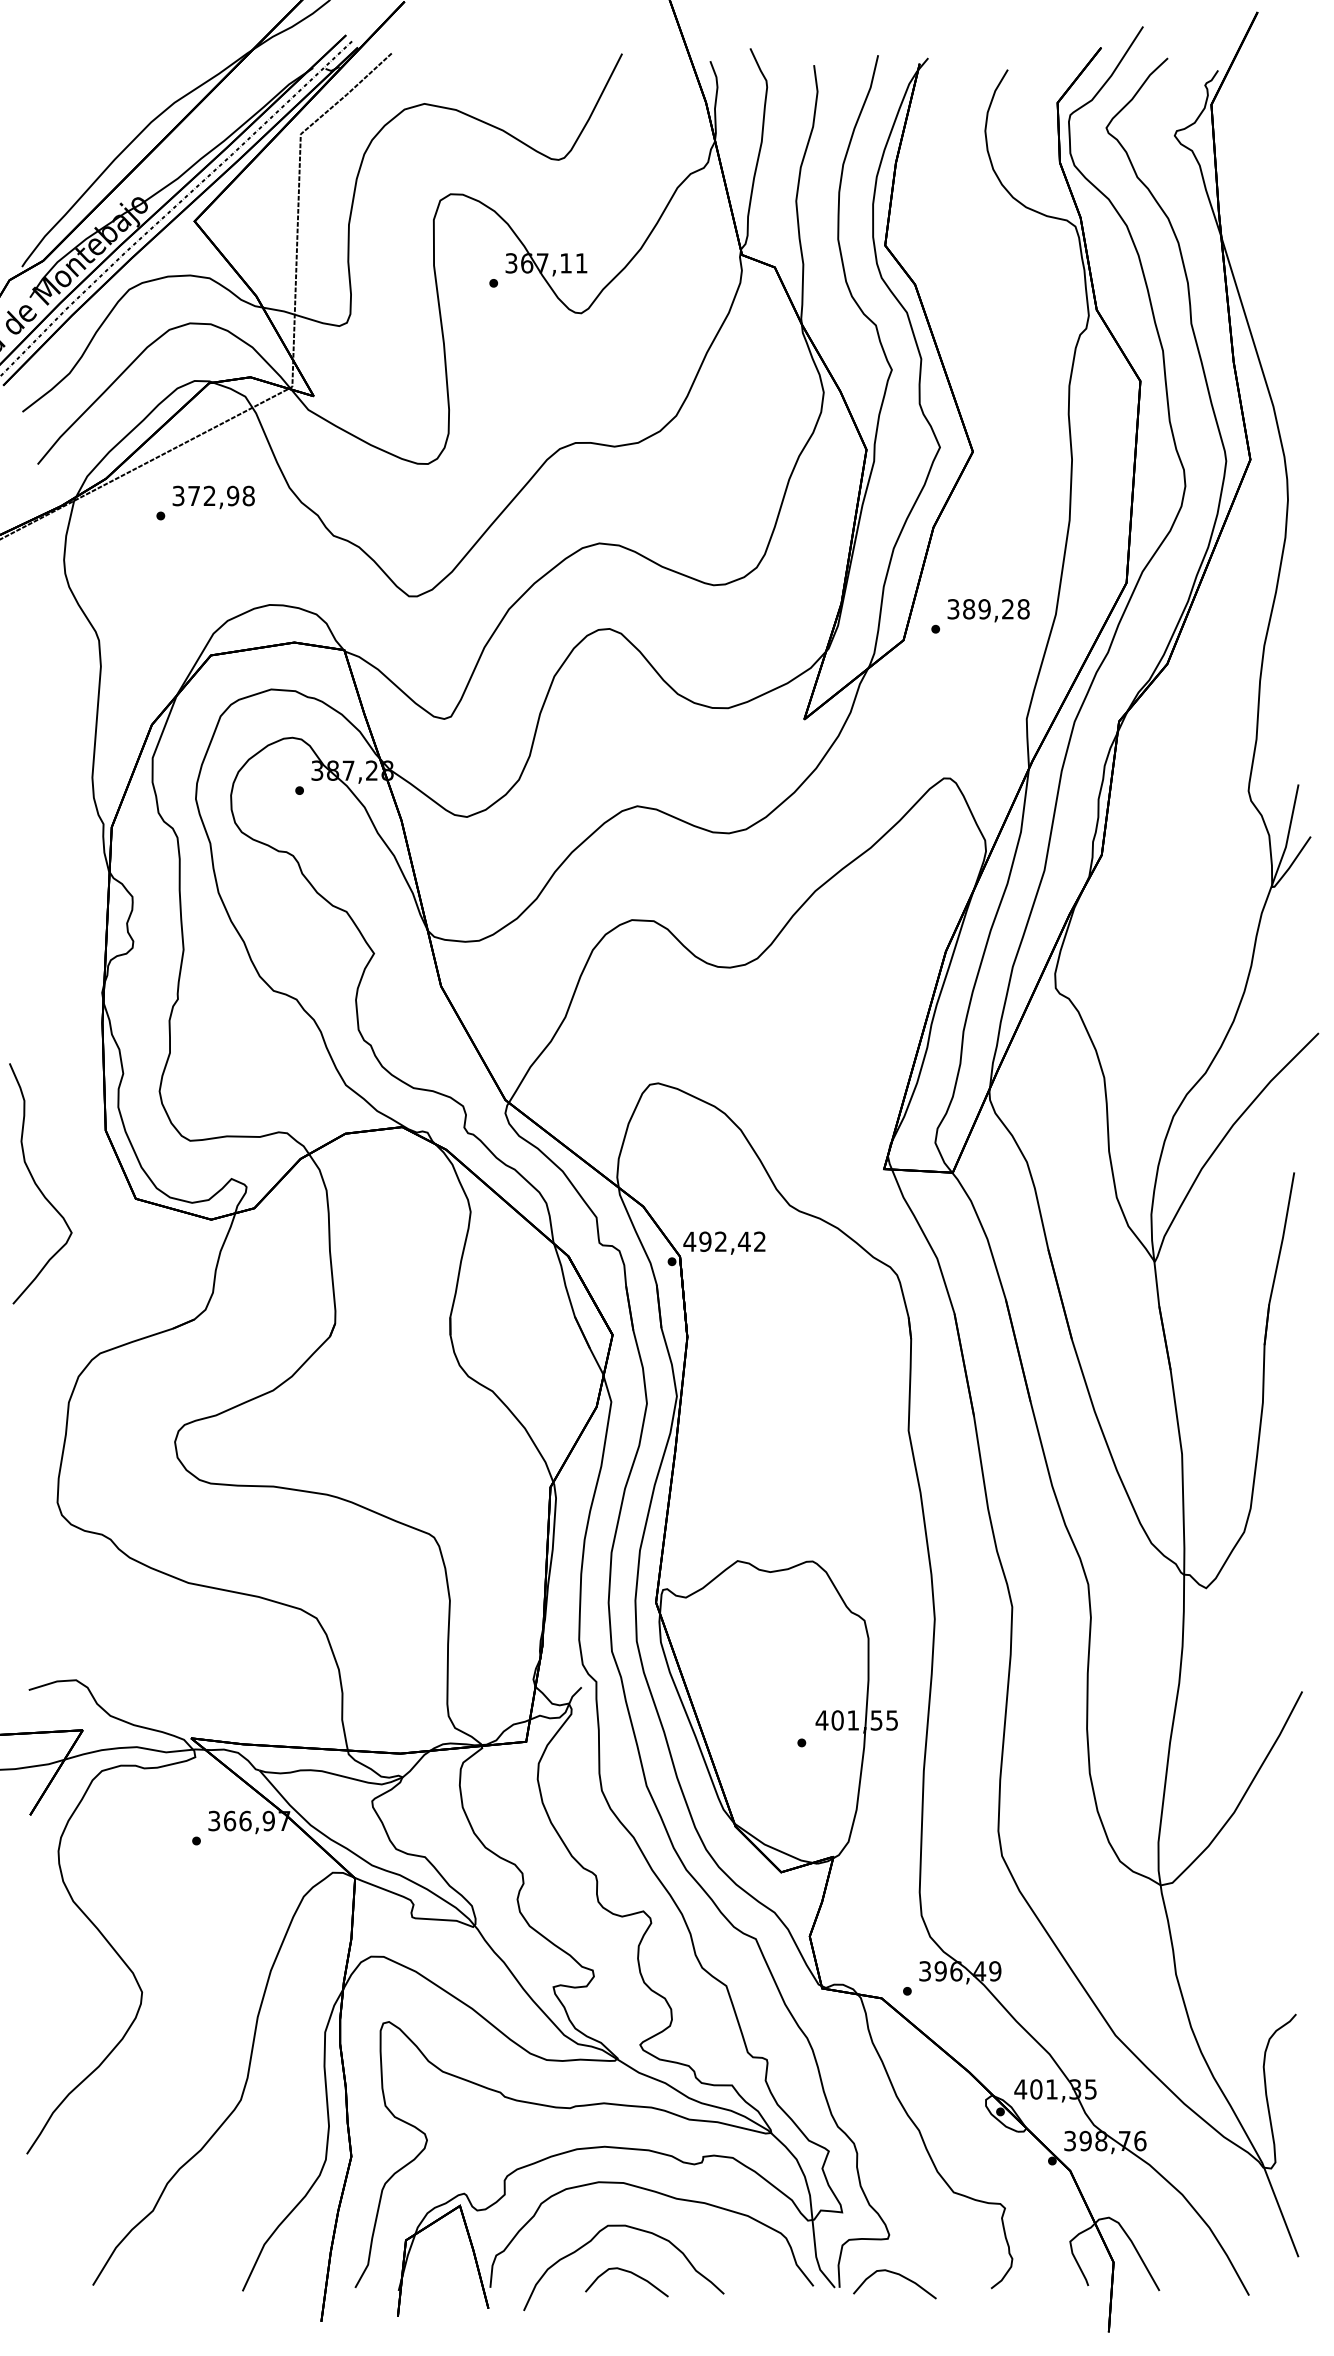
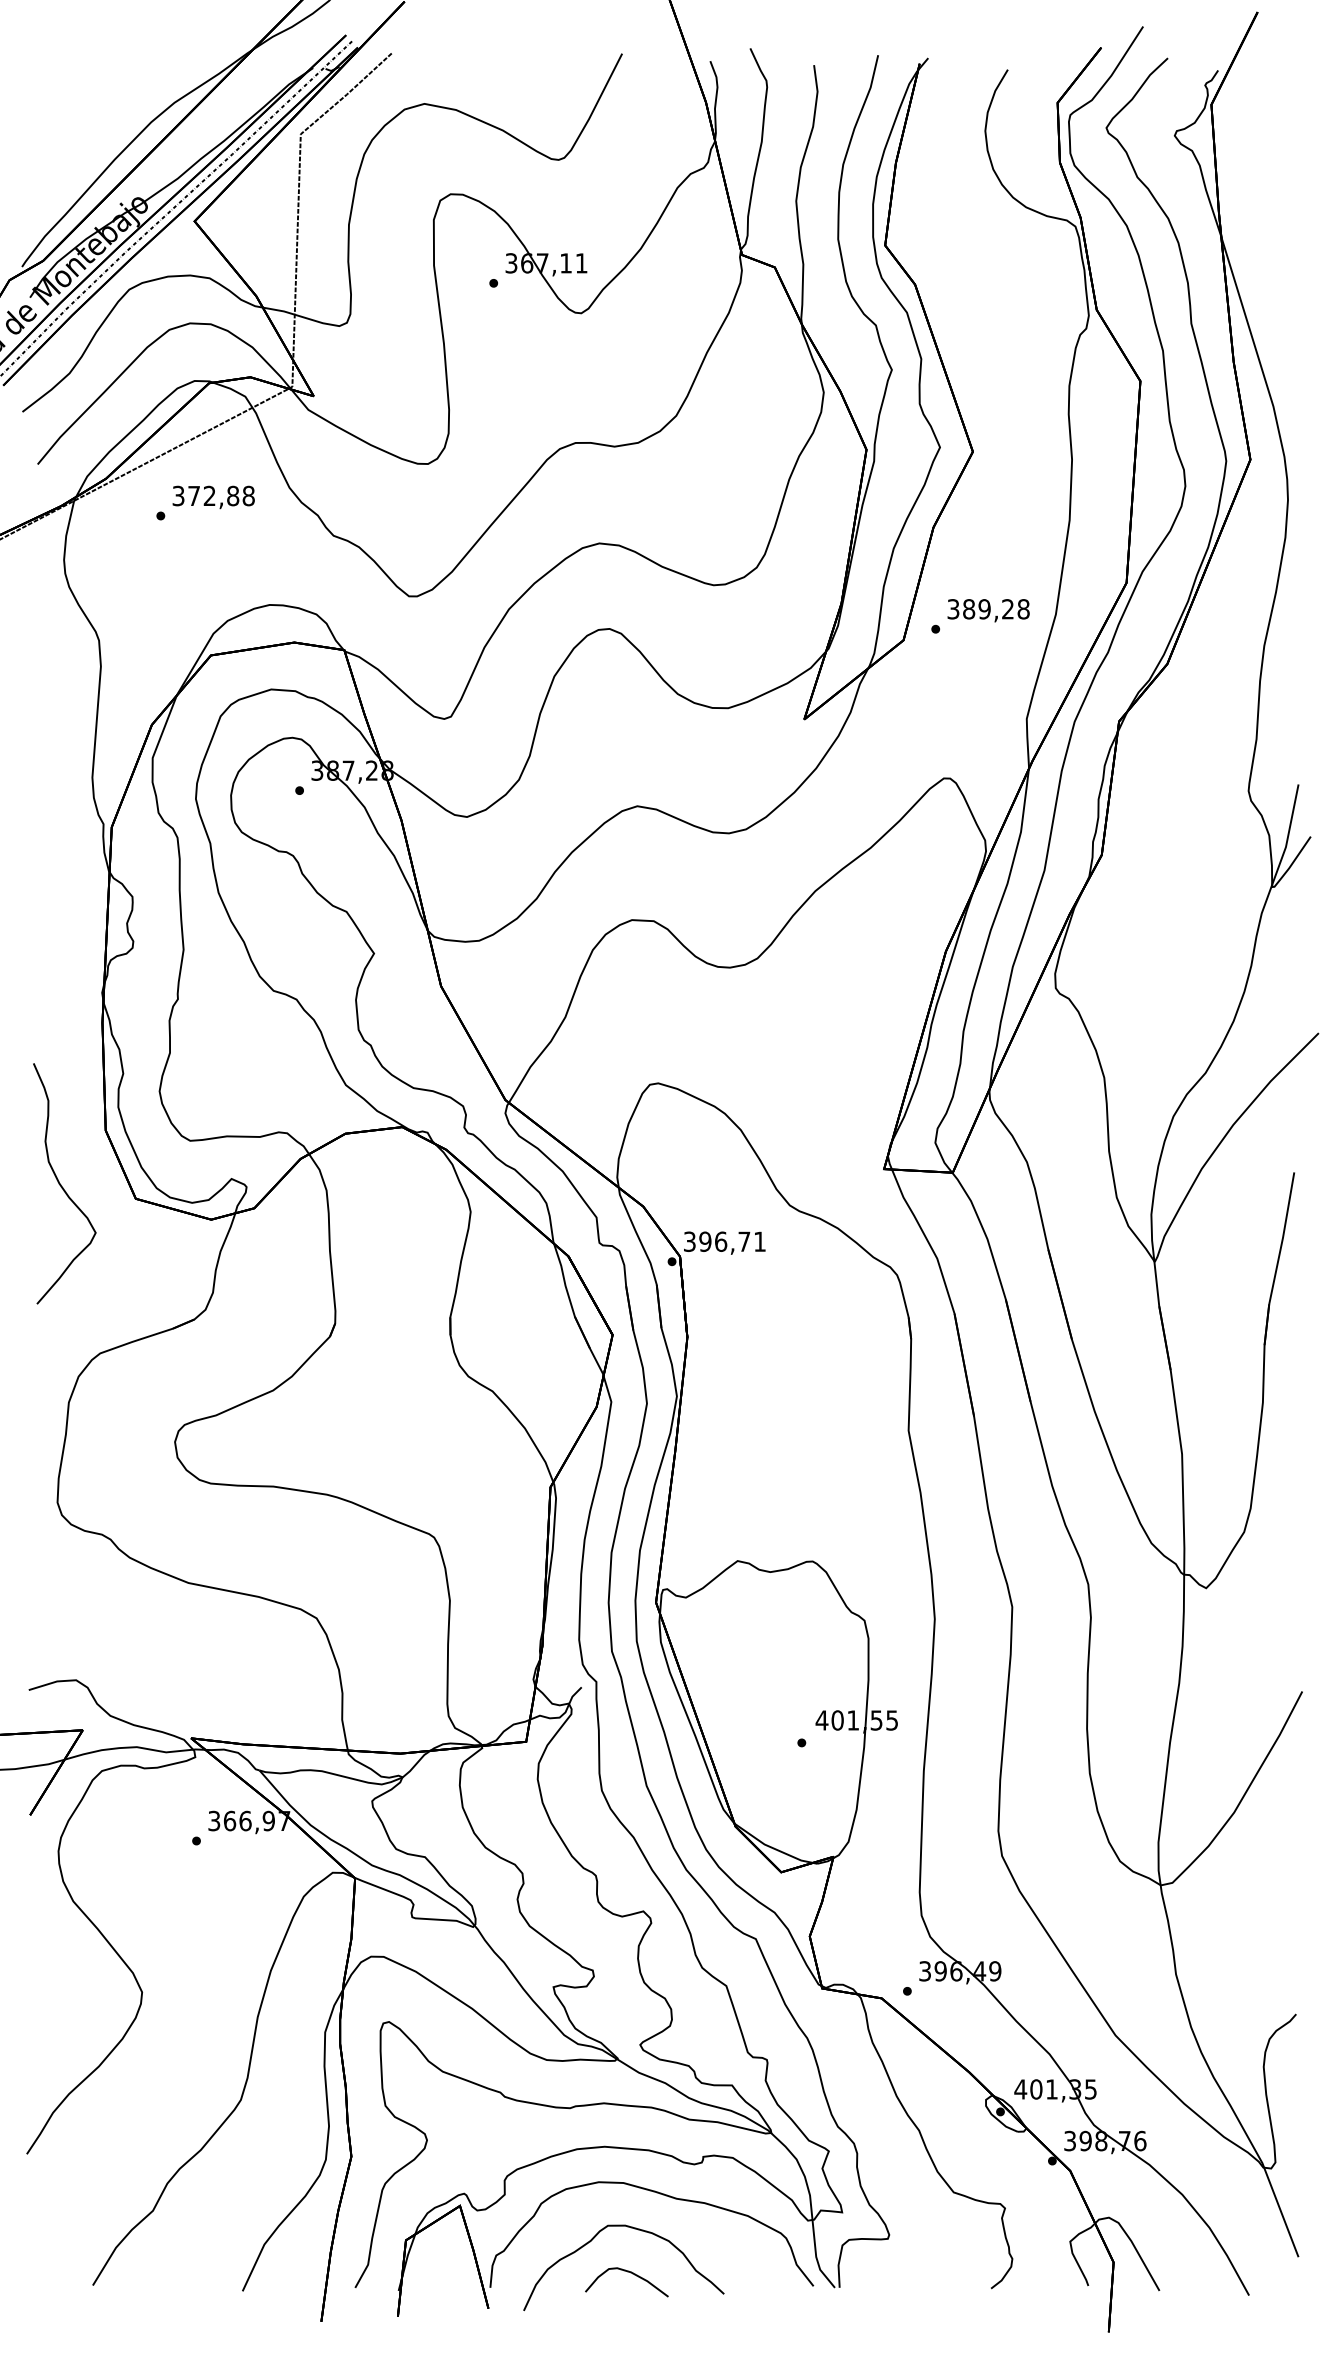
text at (233, 496): 372,98 -> 372,88
curve at (37, 1184) position: (37, 1184) -> (61, 1184)
text at (724, 1241): 492,42 -> 396,71
curve at (898, 2275): present -> none
